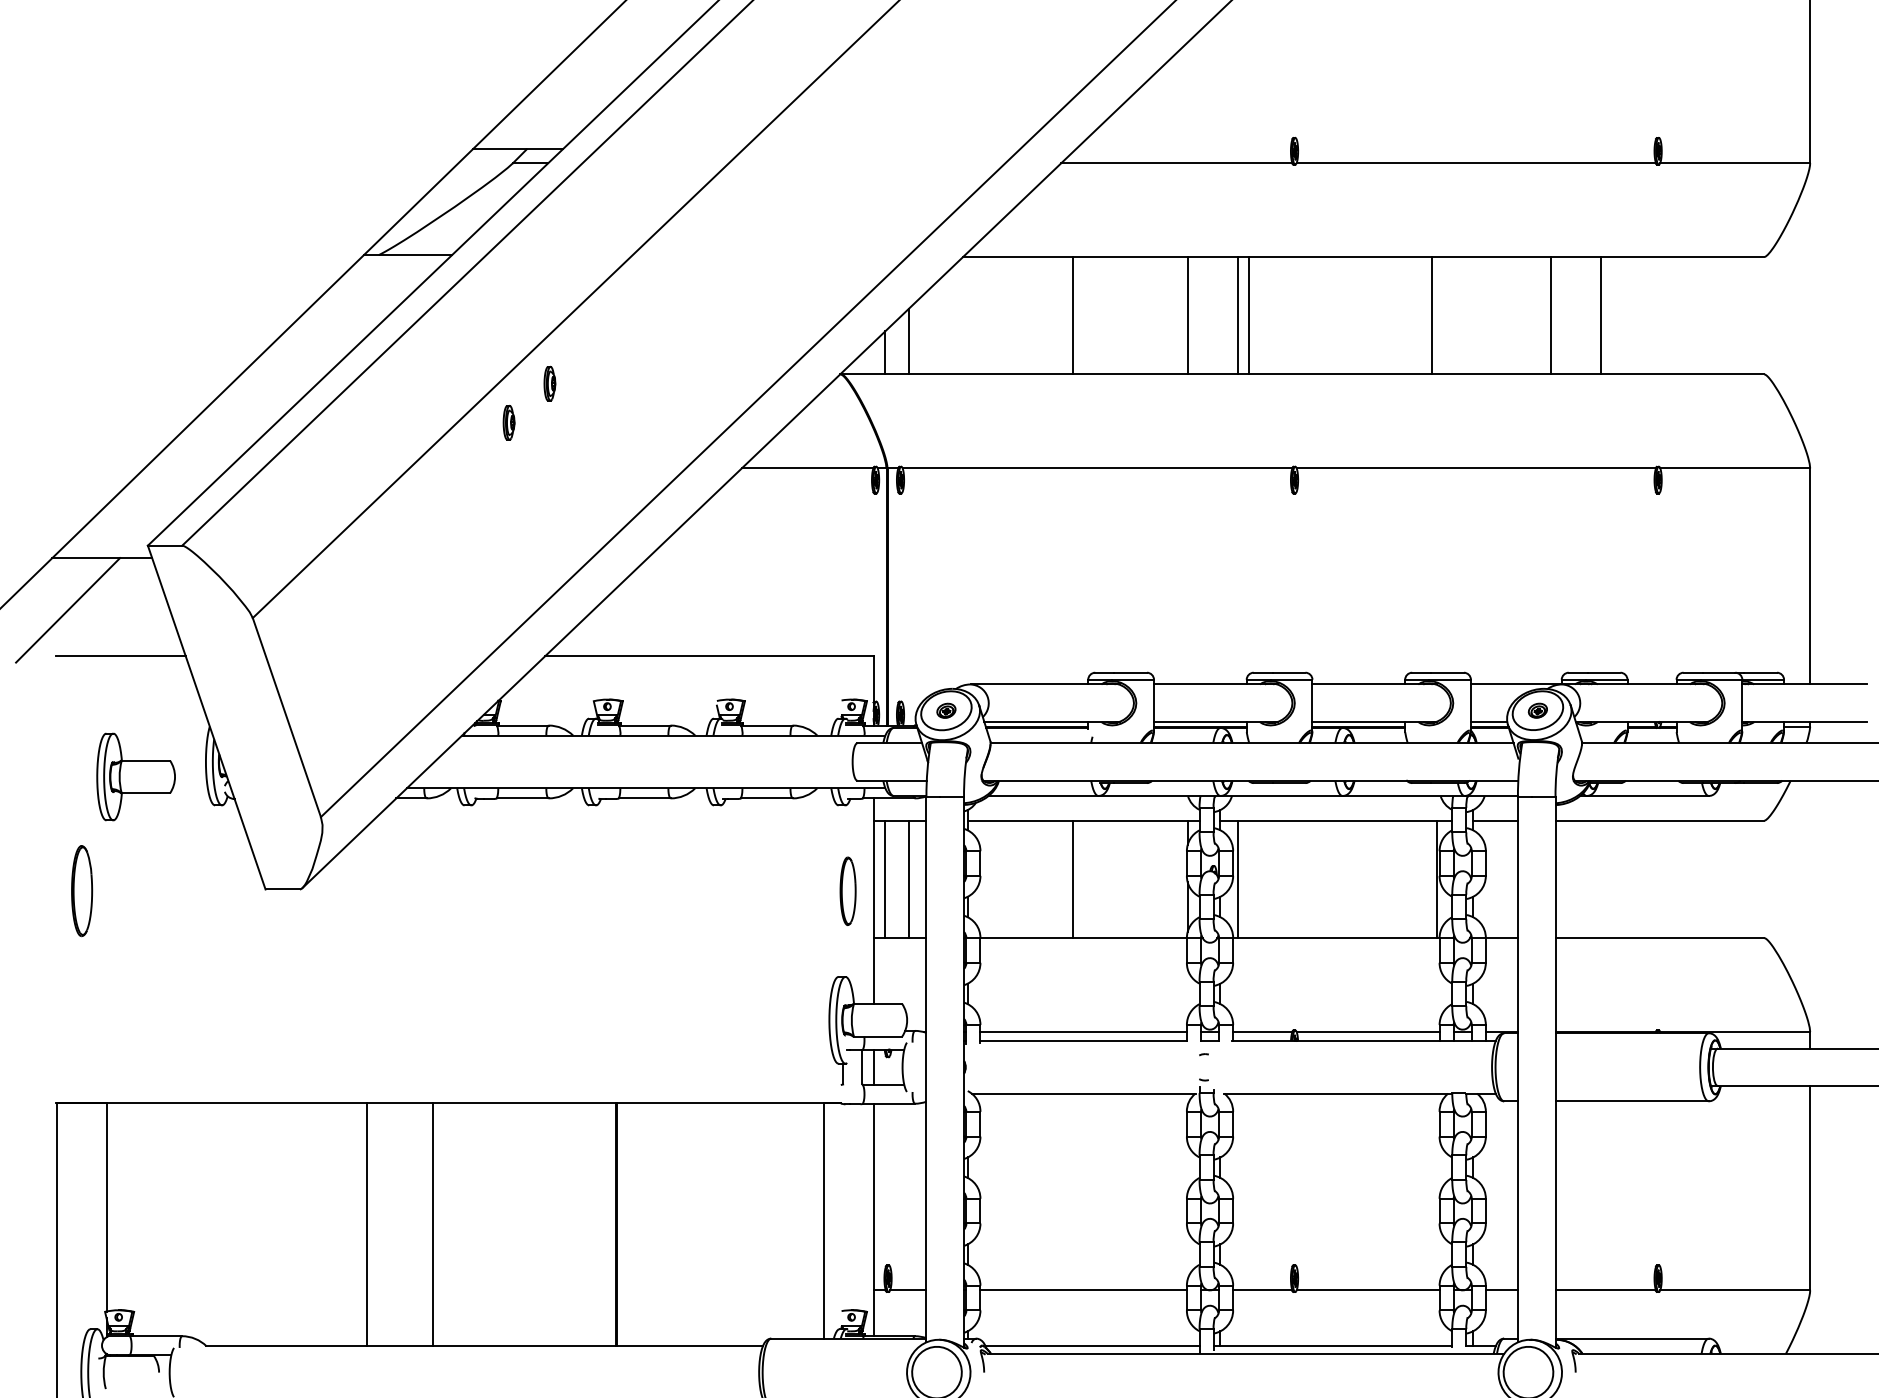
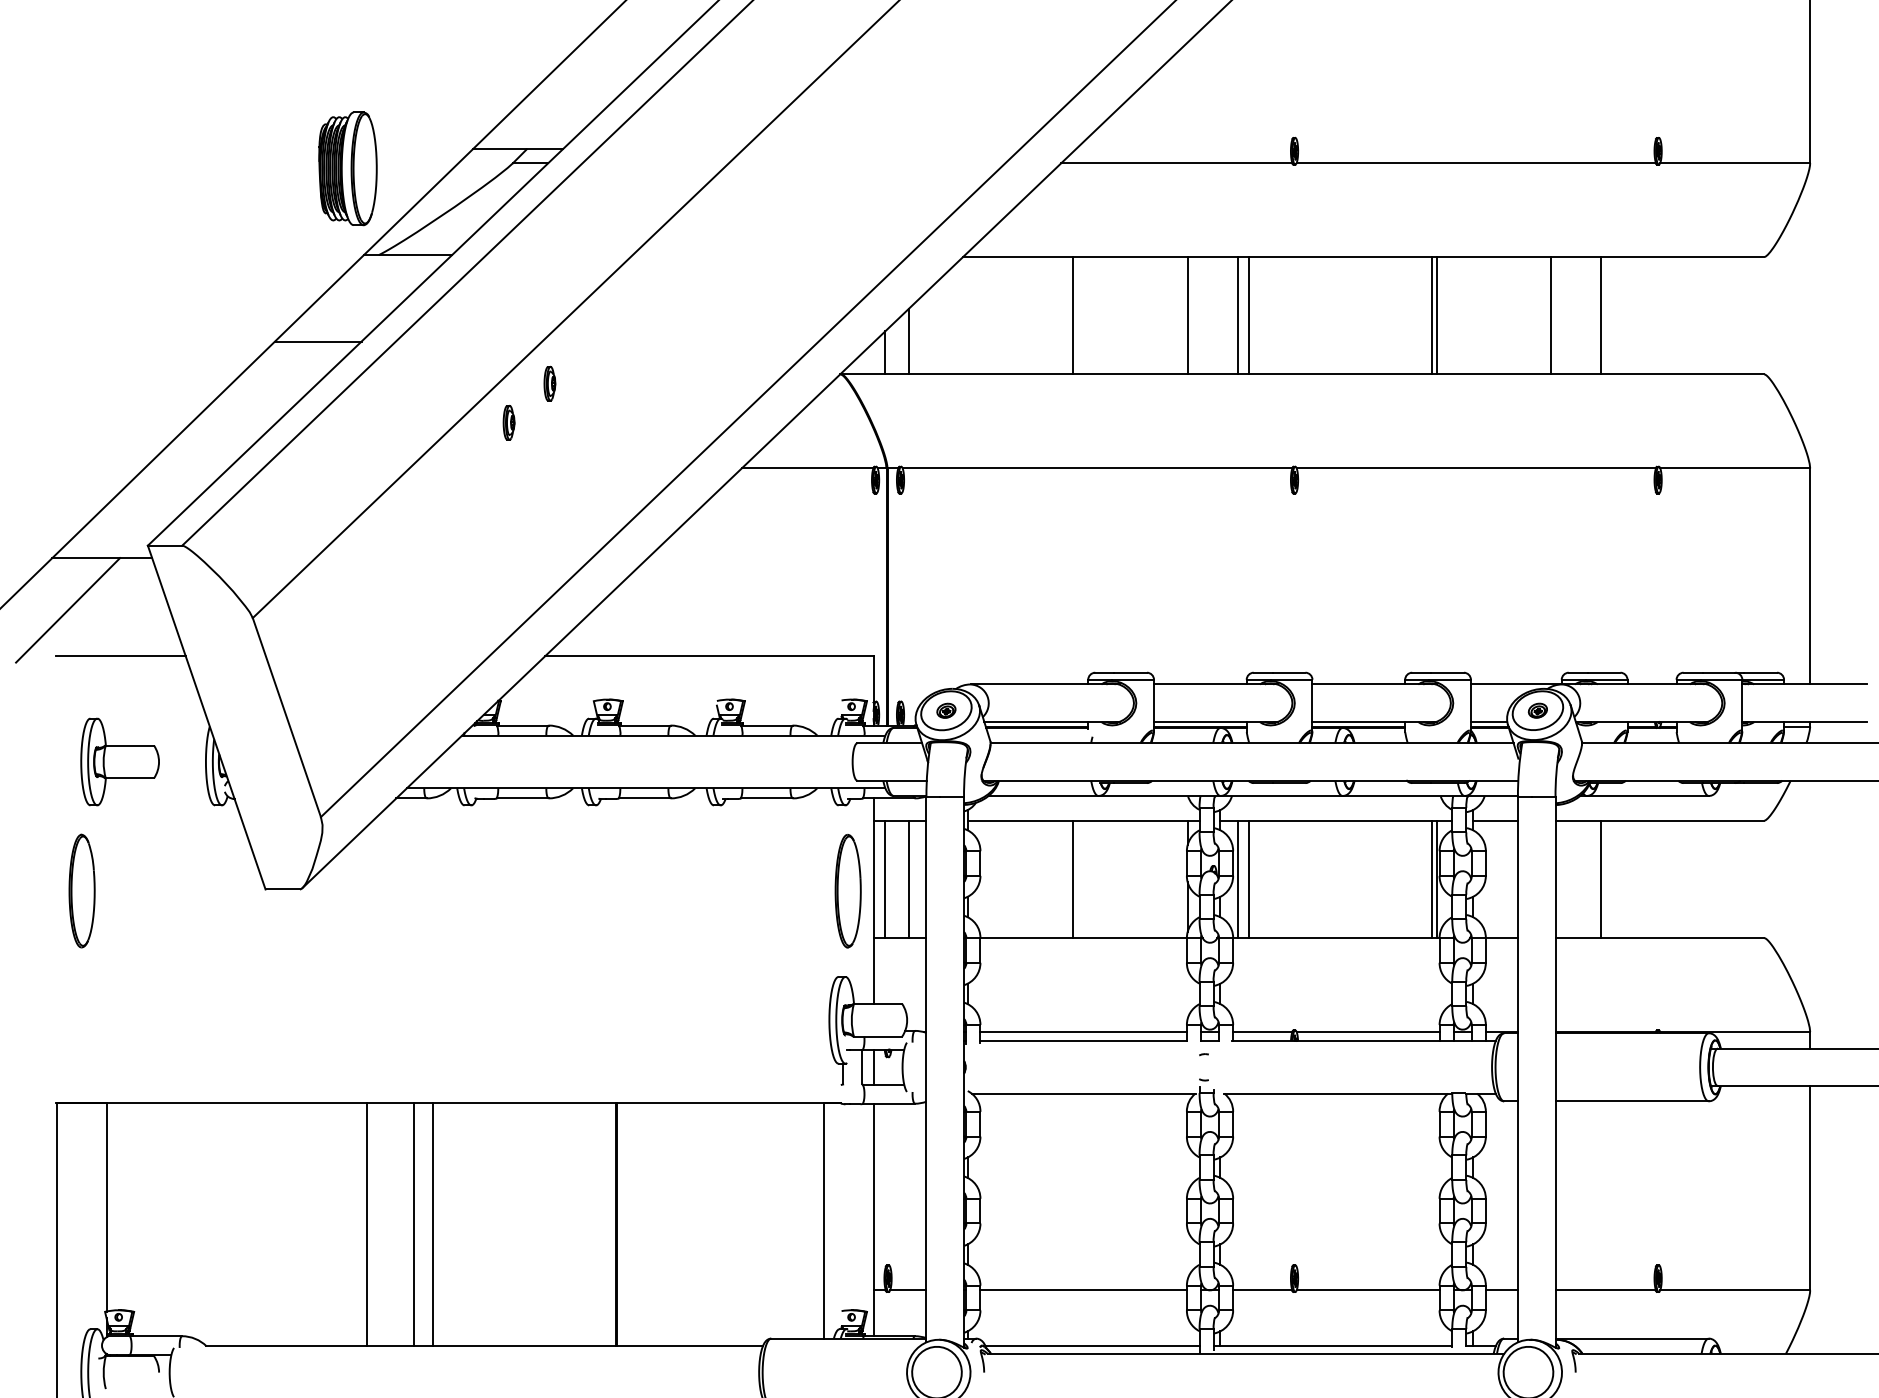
part at (347, 168): none -> present
line at (1436, 315): none -> present
line at (317, 341): none -> present
part at (135, 776) position: (135, 776) -> (119, 761)
line at (1248, 879): none -> present
line at (1432, 879): none -> present
line at (1601, 879): none -> present
part at (847, 890) size: 18x70 px -> 28x115 px
part at (82, 891) size: 23x93 px -> 28x116 px
line at (414, 1224): none -> present
